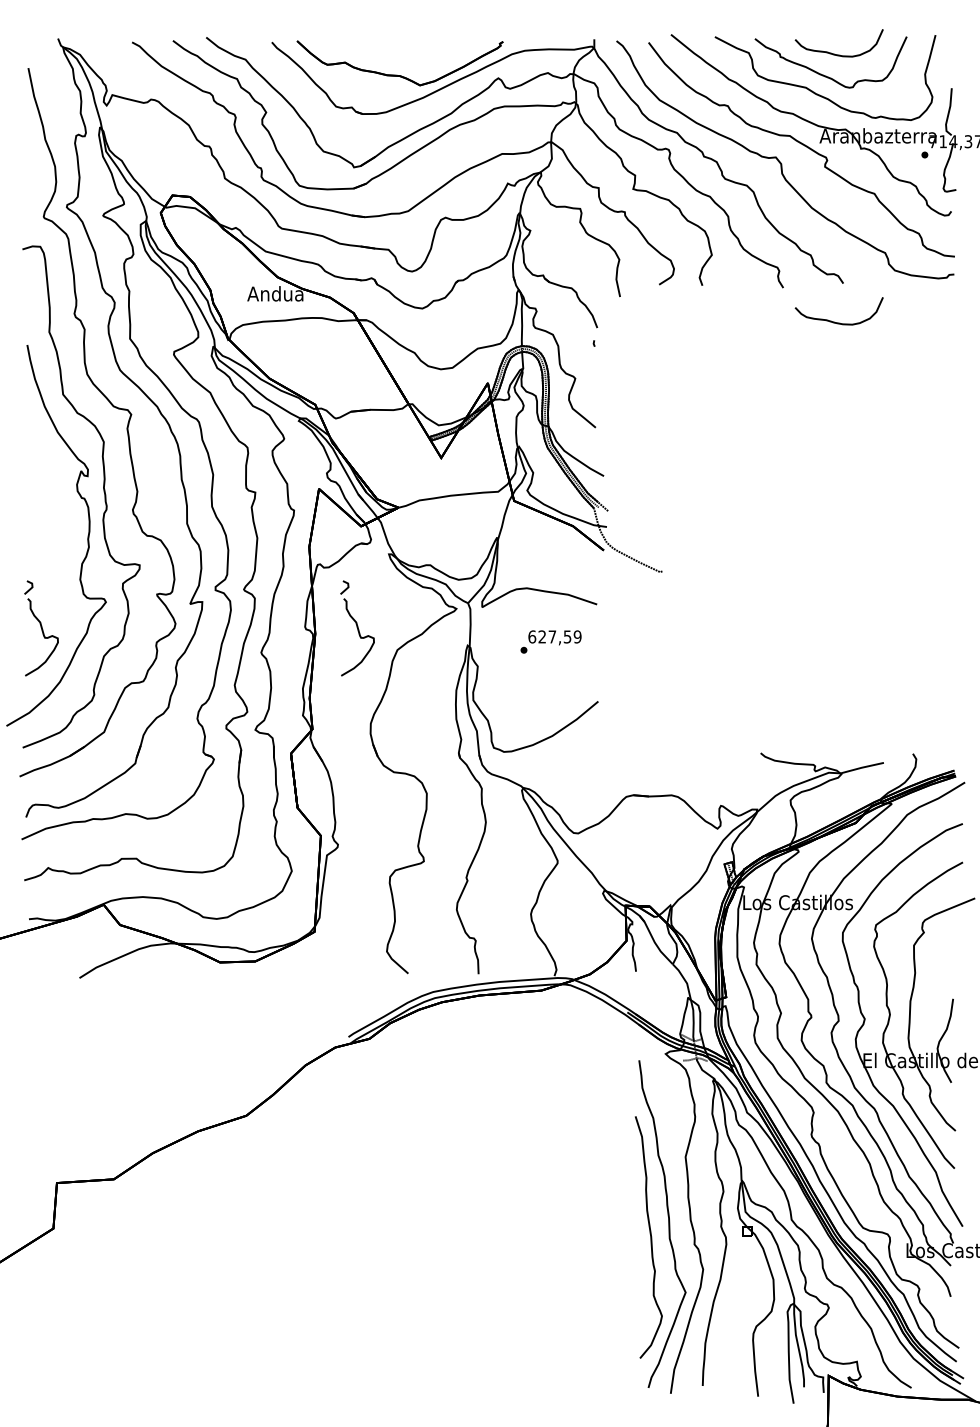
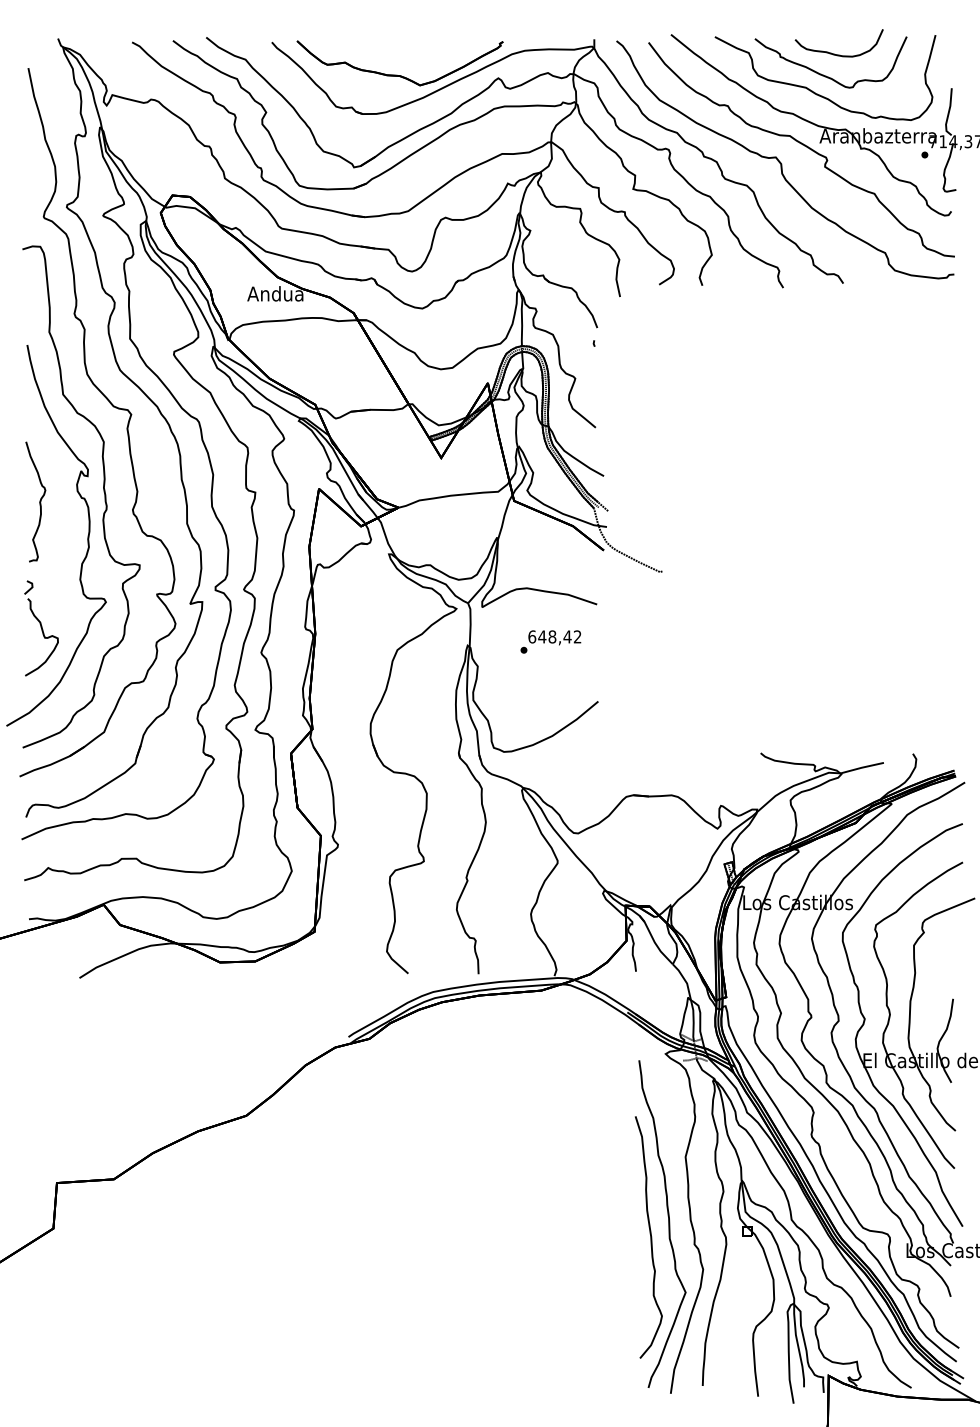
part at (834, 321): present -> none
curve at (39, 501): none -> present
part at (357, 628): present -> none
text at (559, 636): 627,59 -> 648,42
